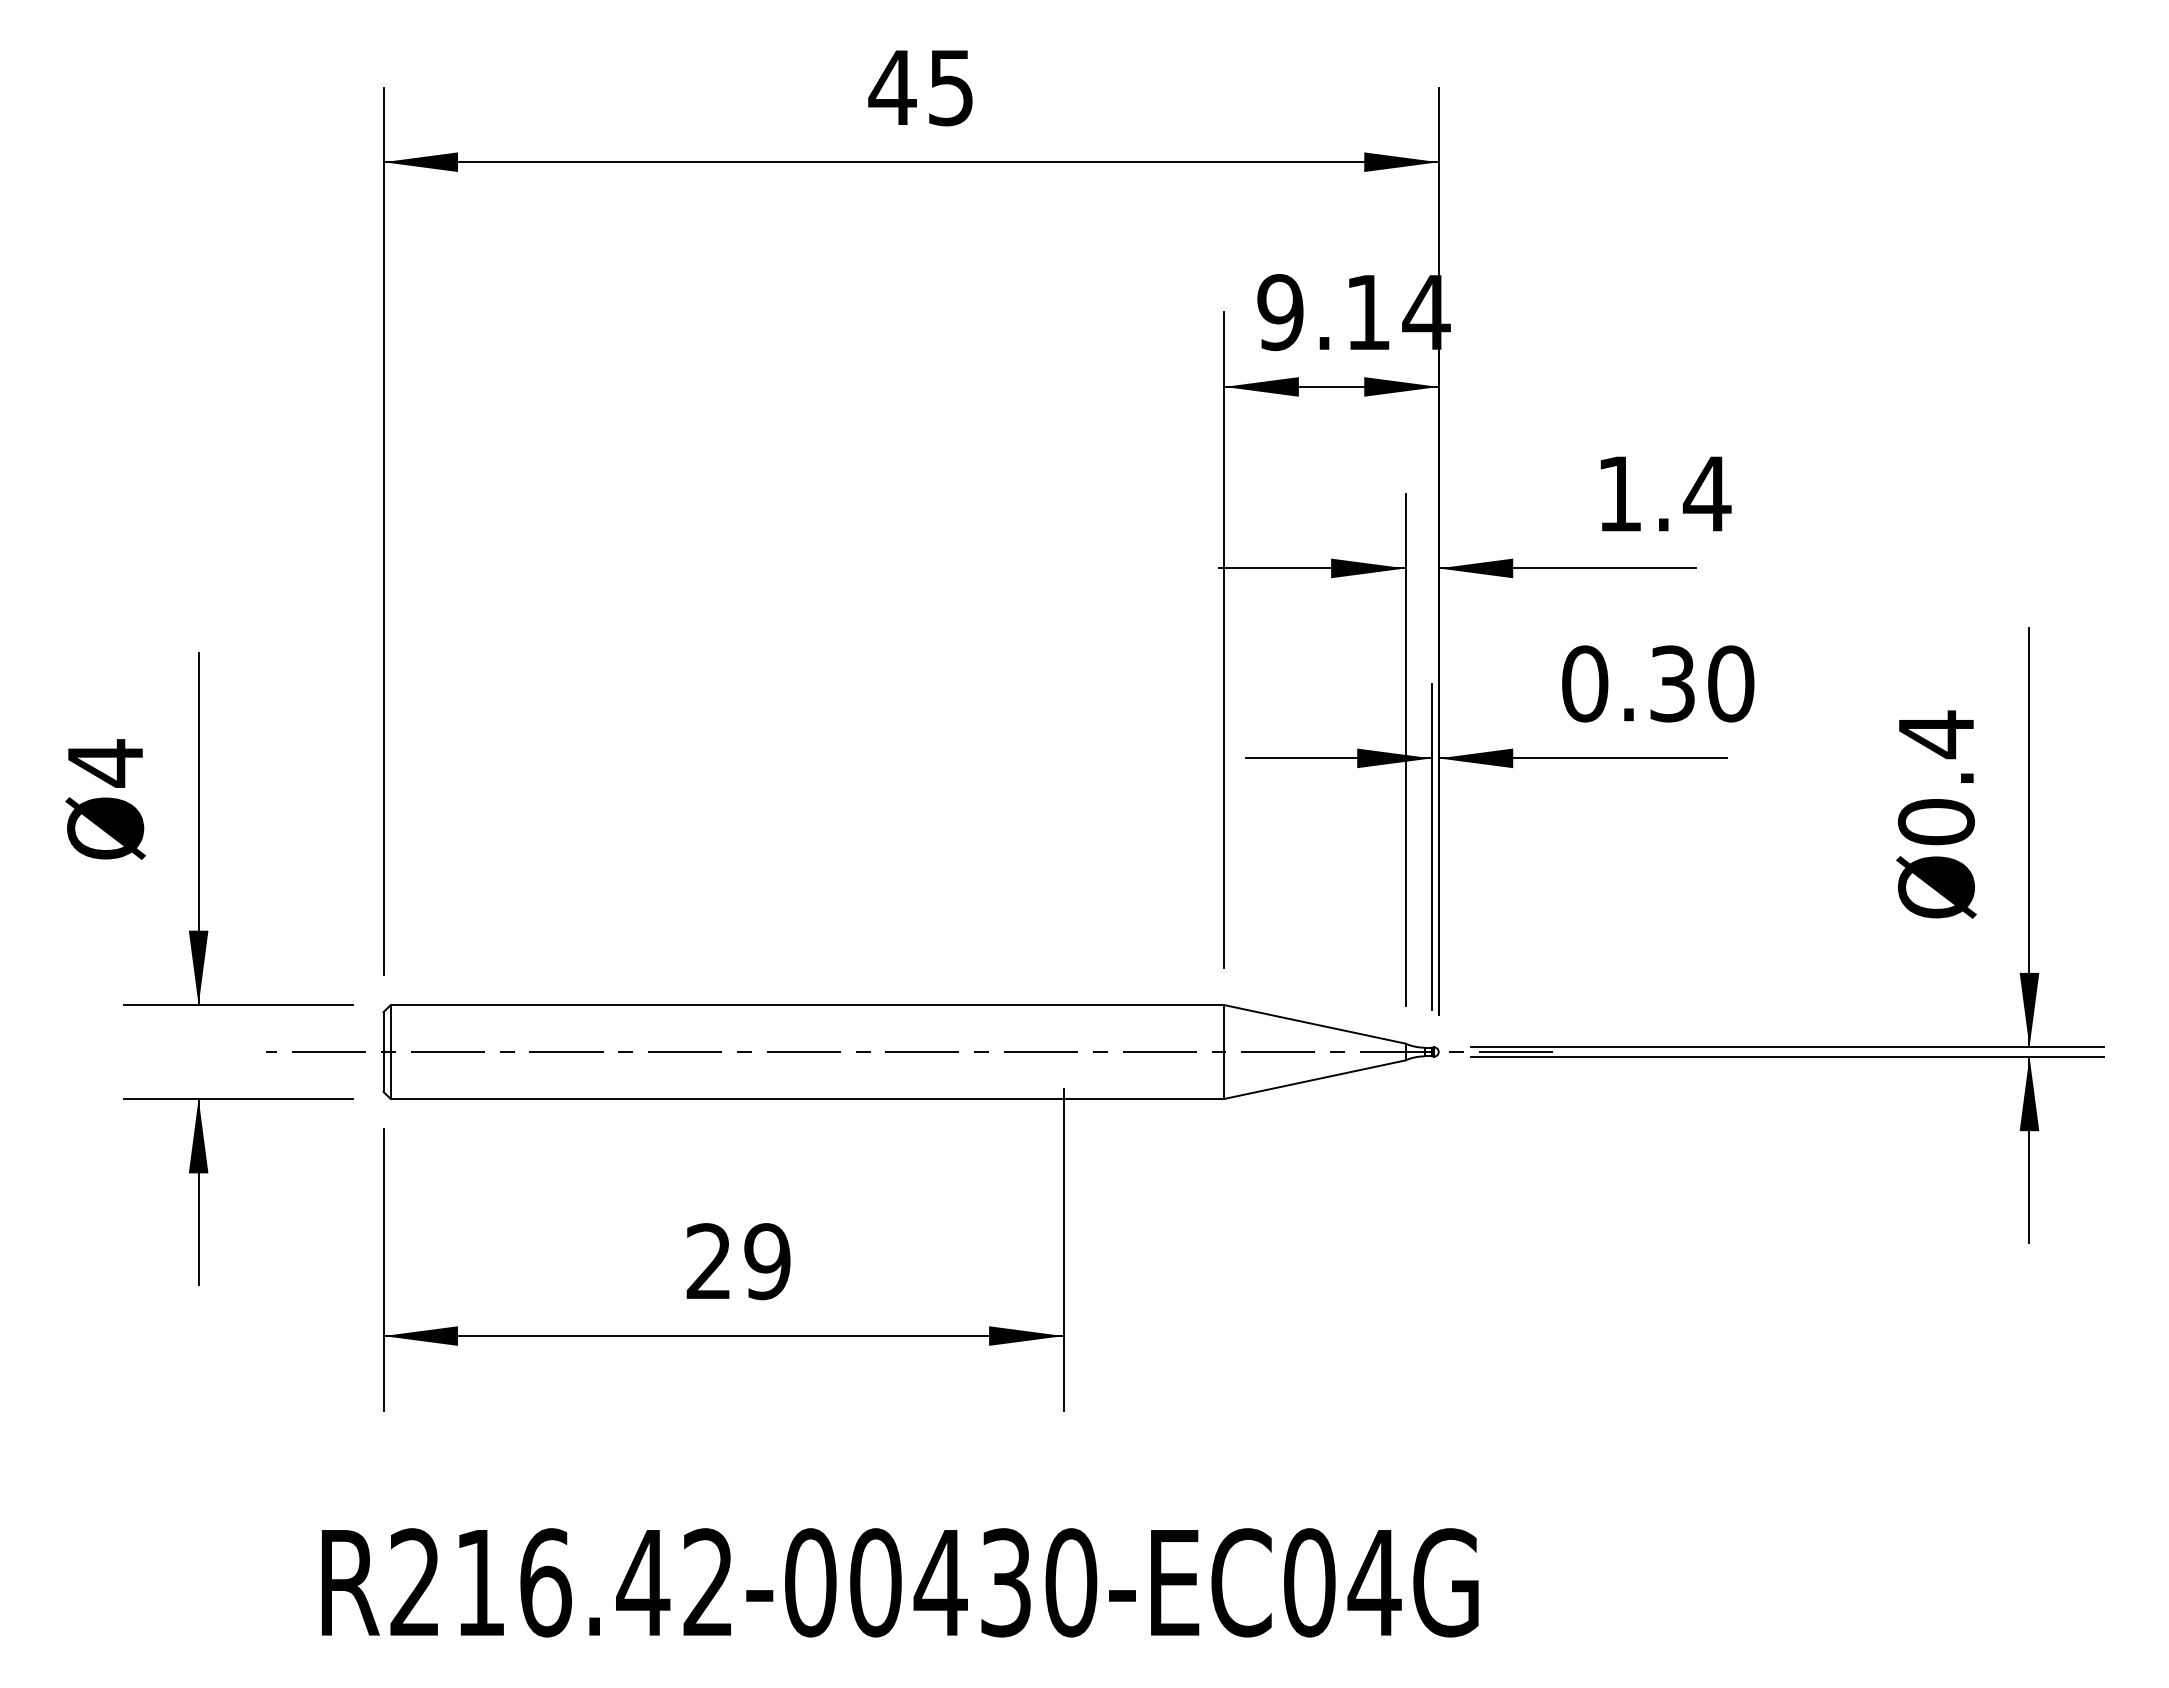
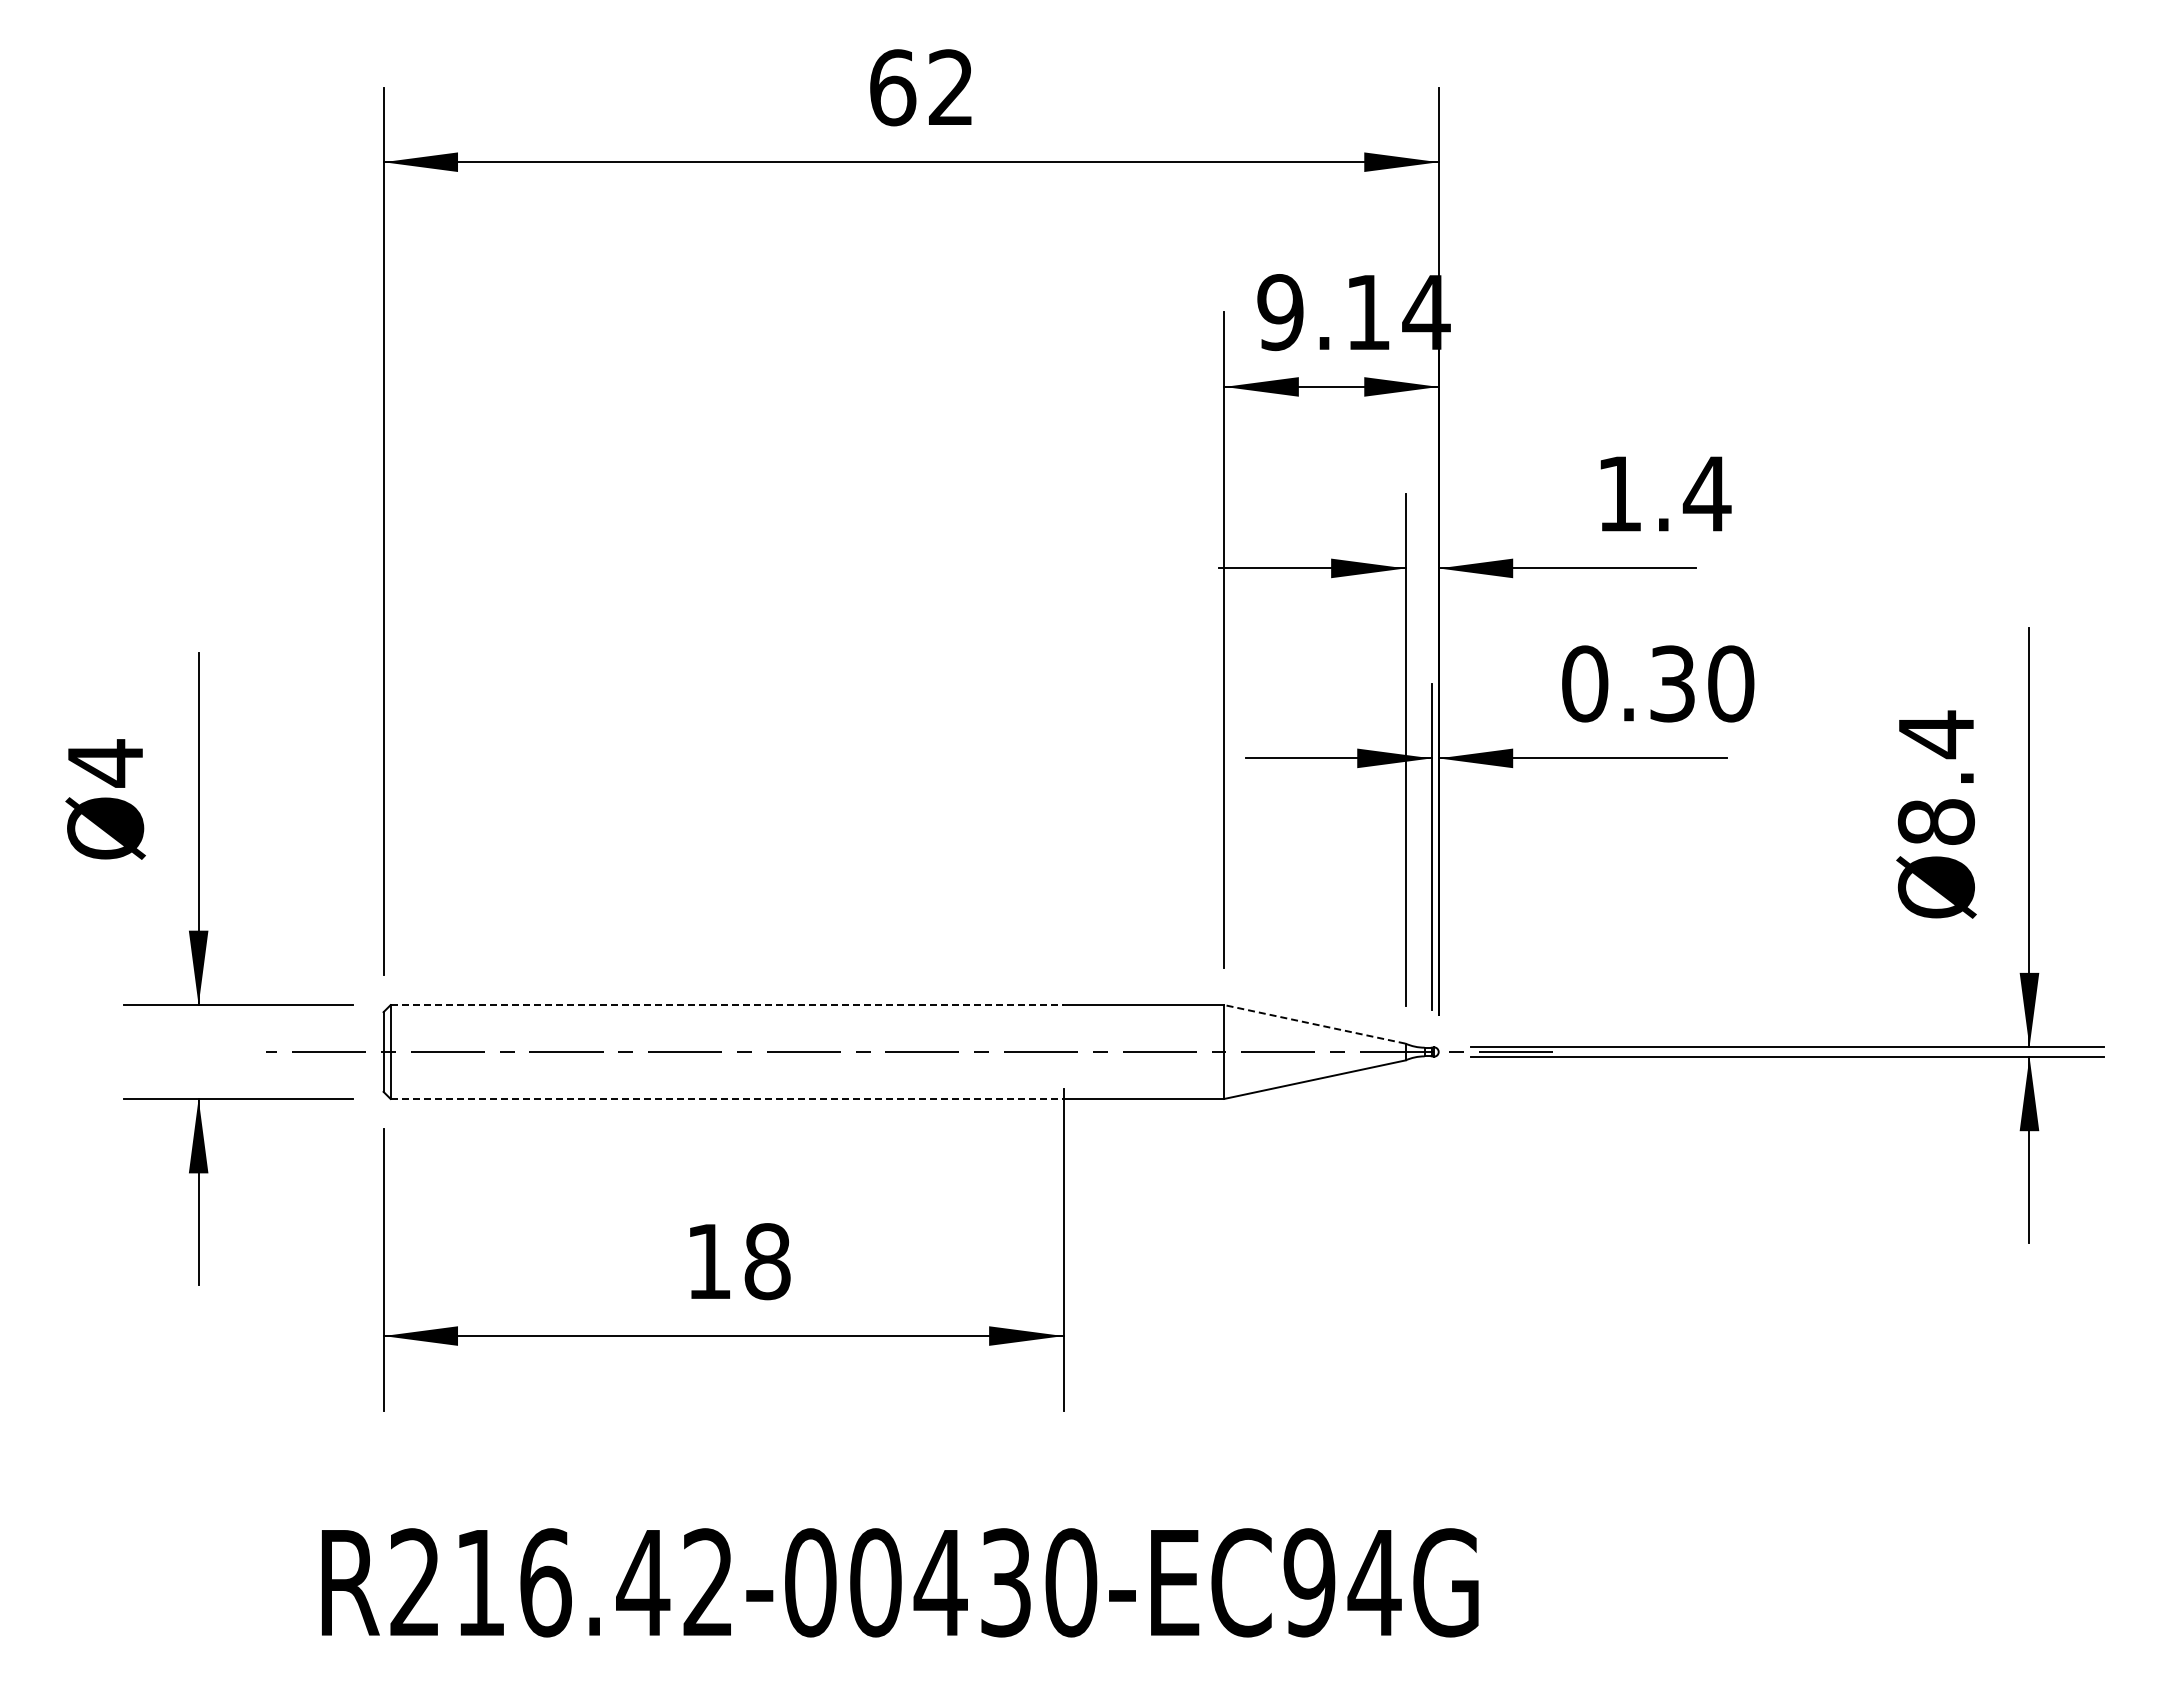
text at (920, 87): 45 -> 62
text at (1936, 822): Ø0.4 -> Ø8.4
line at (727, 1005): solid -> dashed
line at (1315, 1024): solid -> dashed
line at (727, 1098): solid -> dashed
text at (738, 1261): 29 -> 18
text at (1309, 1582): R216.42-00430-EC04G -> R216.42-00430-EC94G
